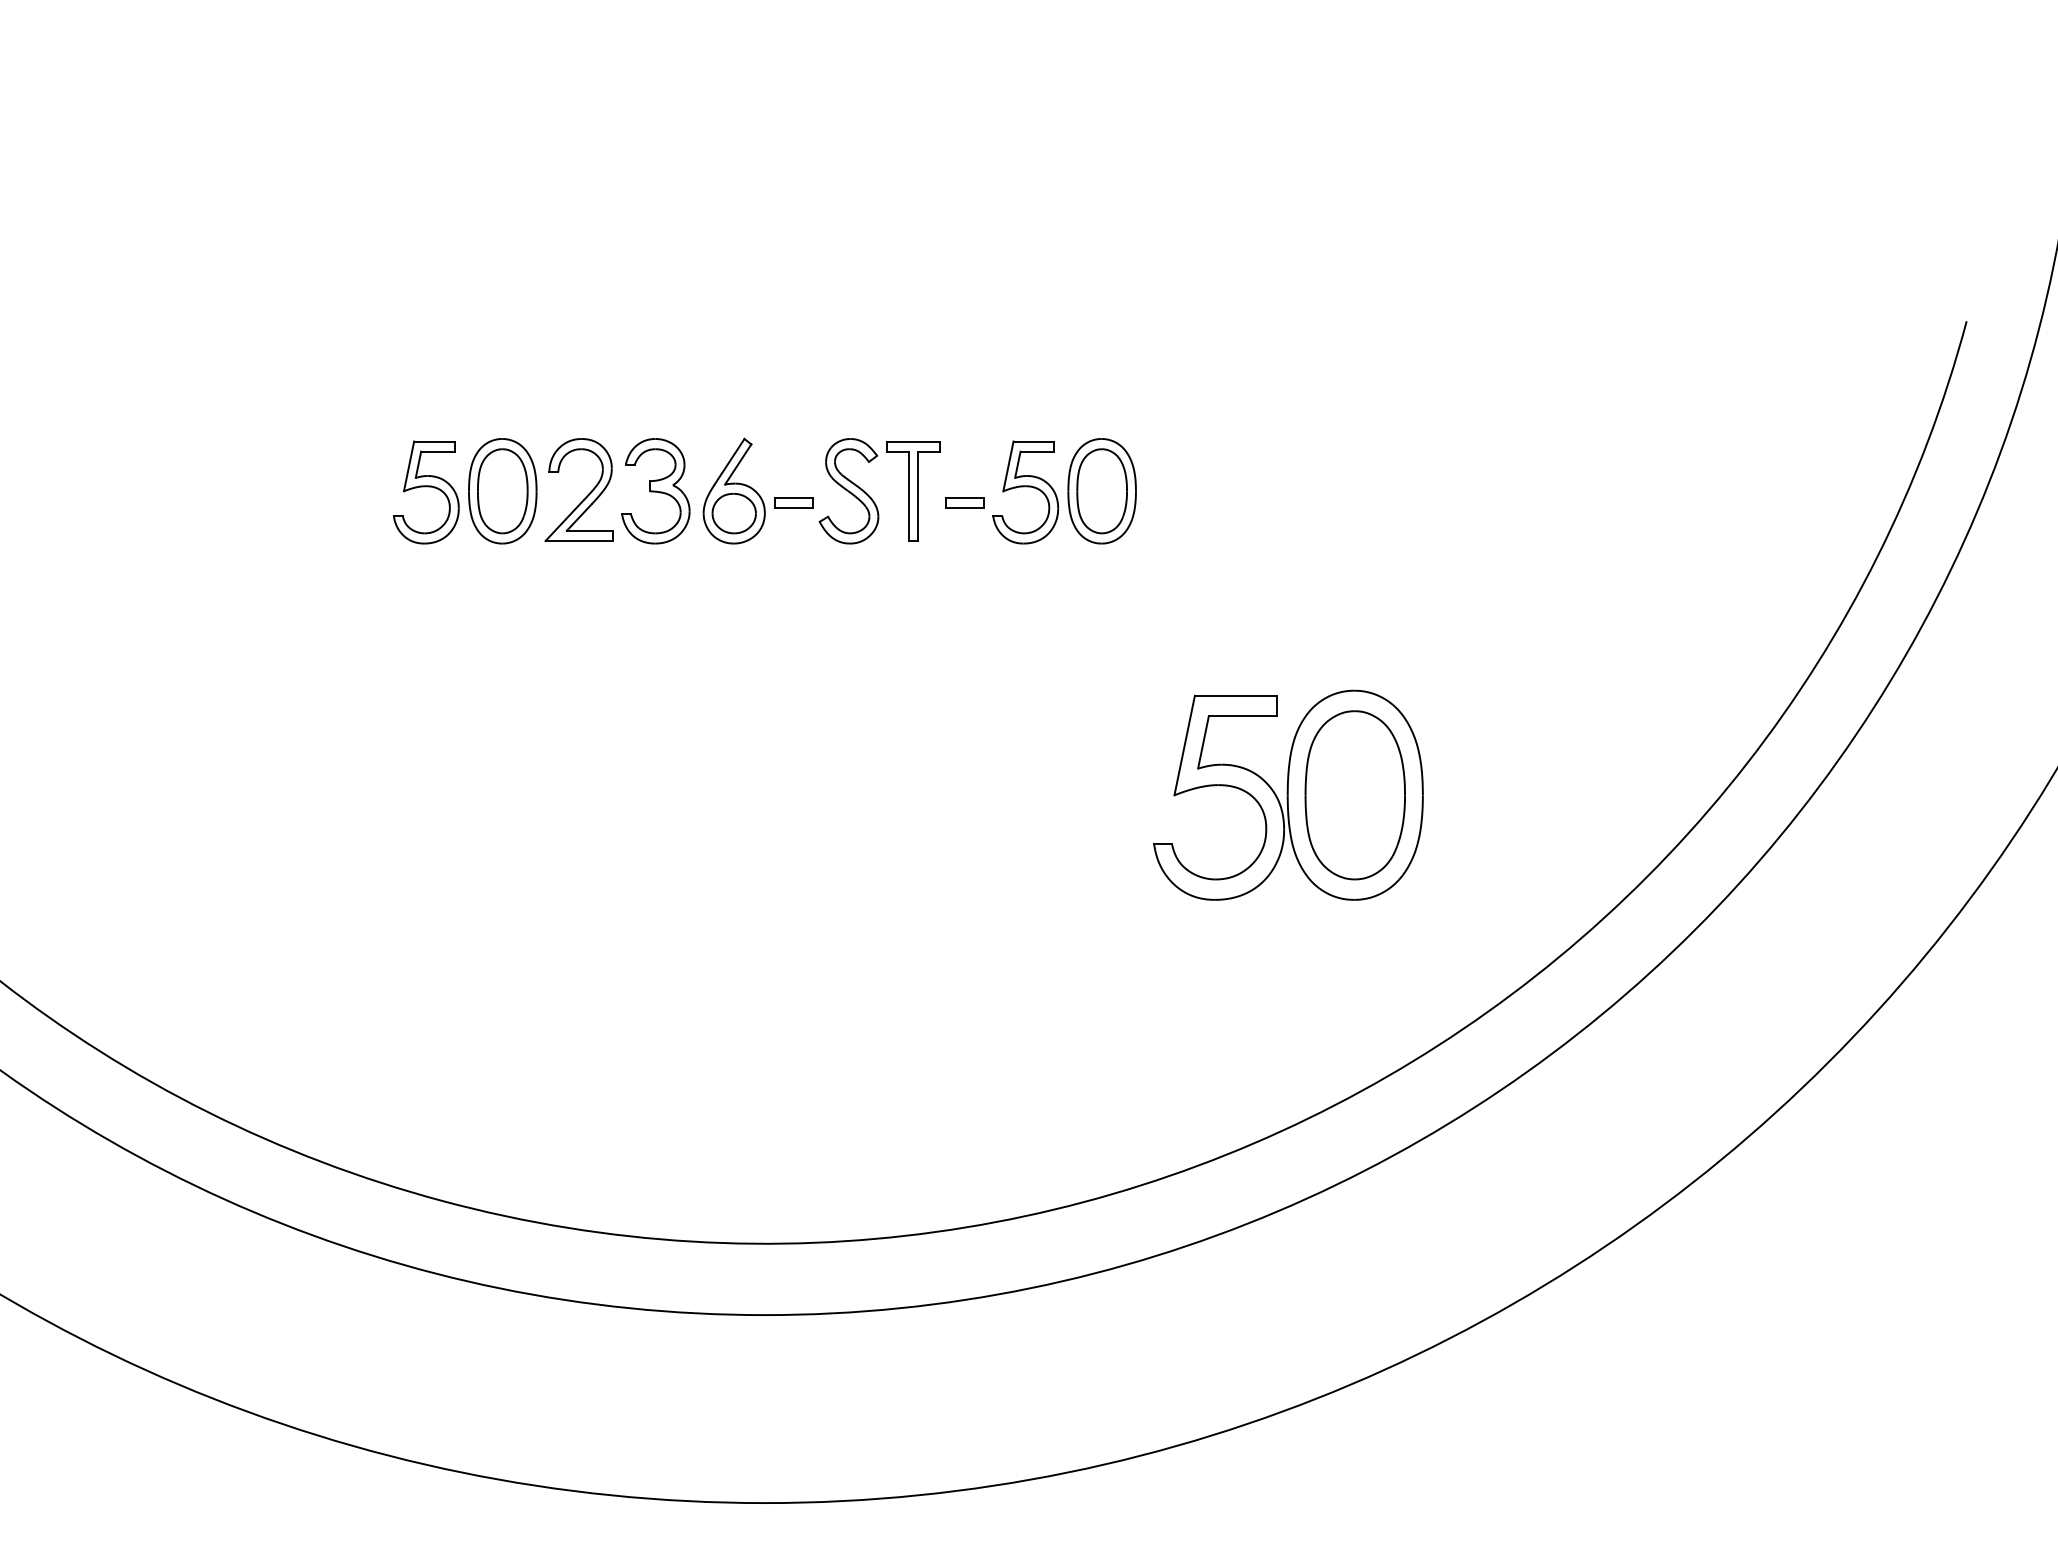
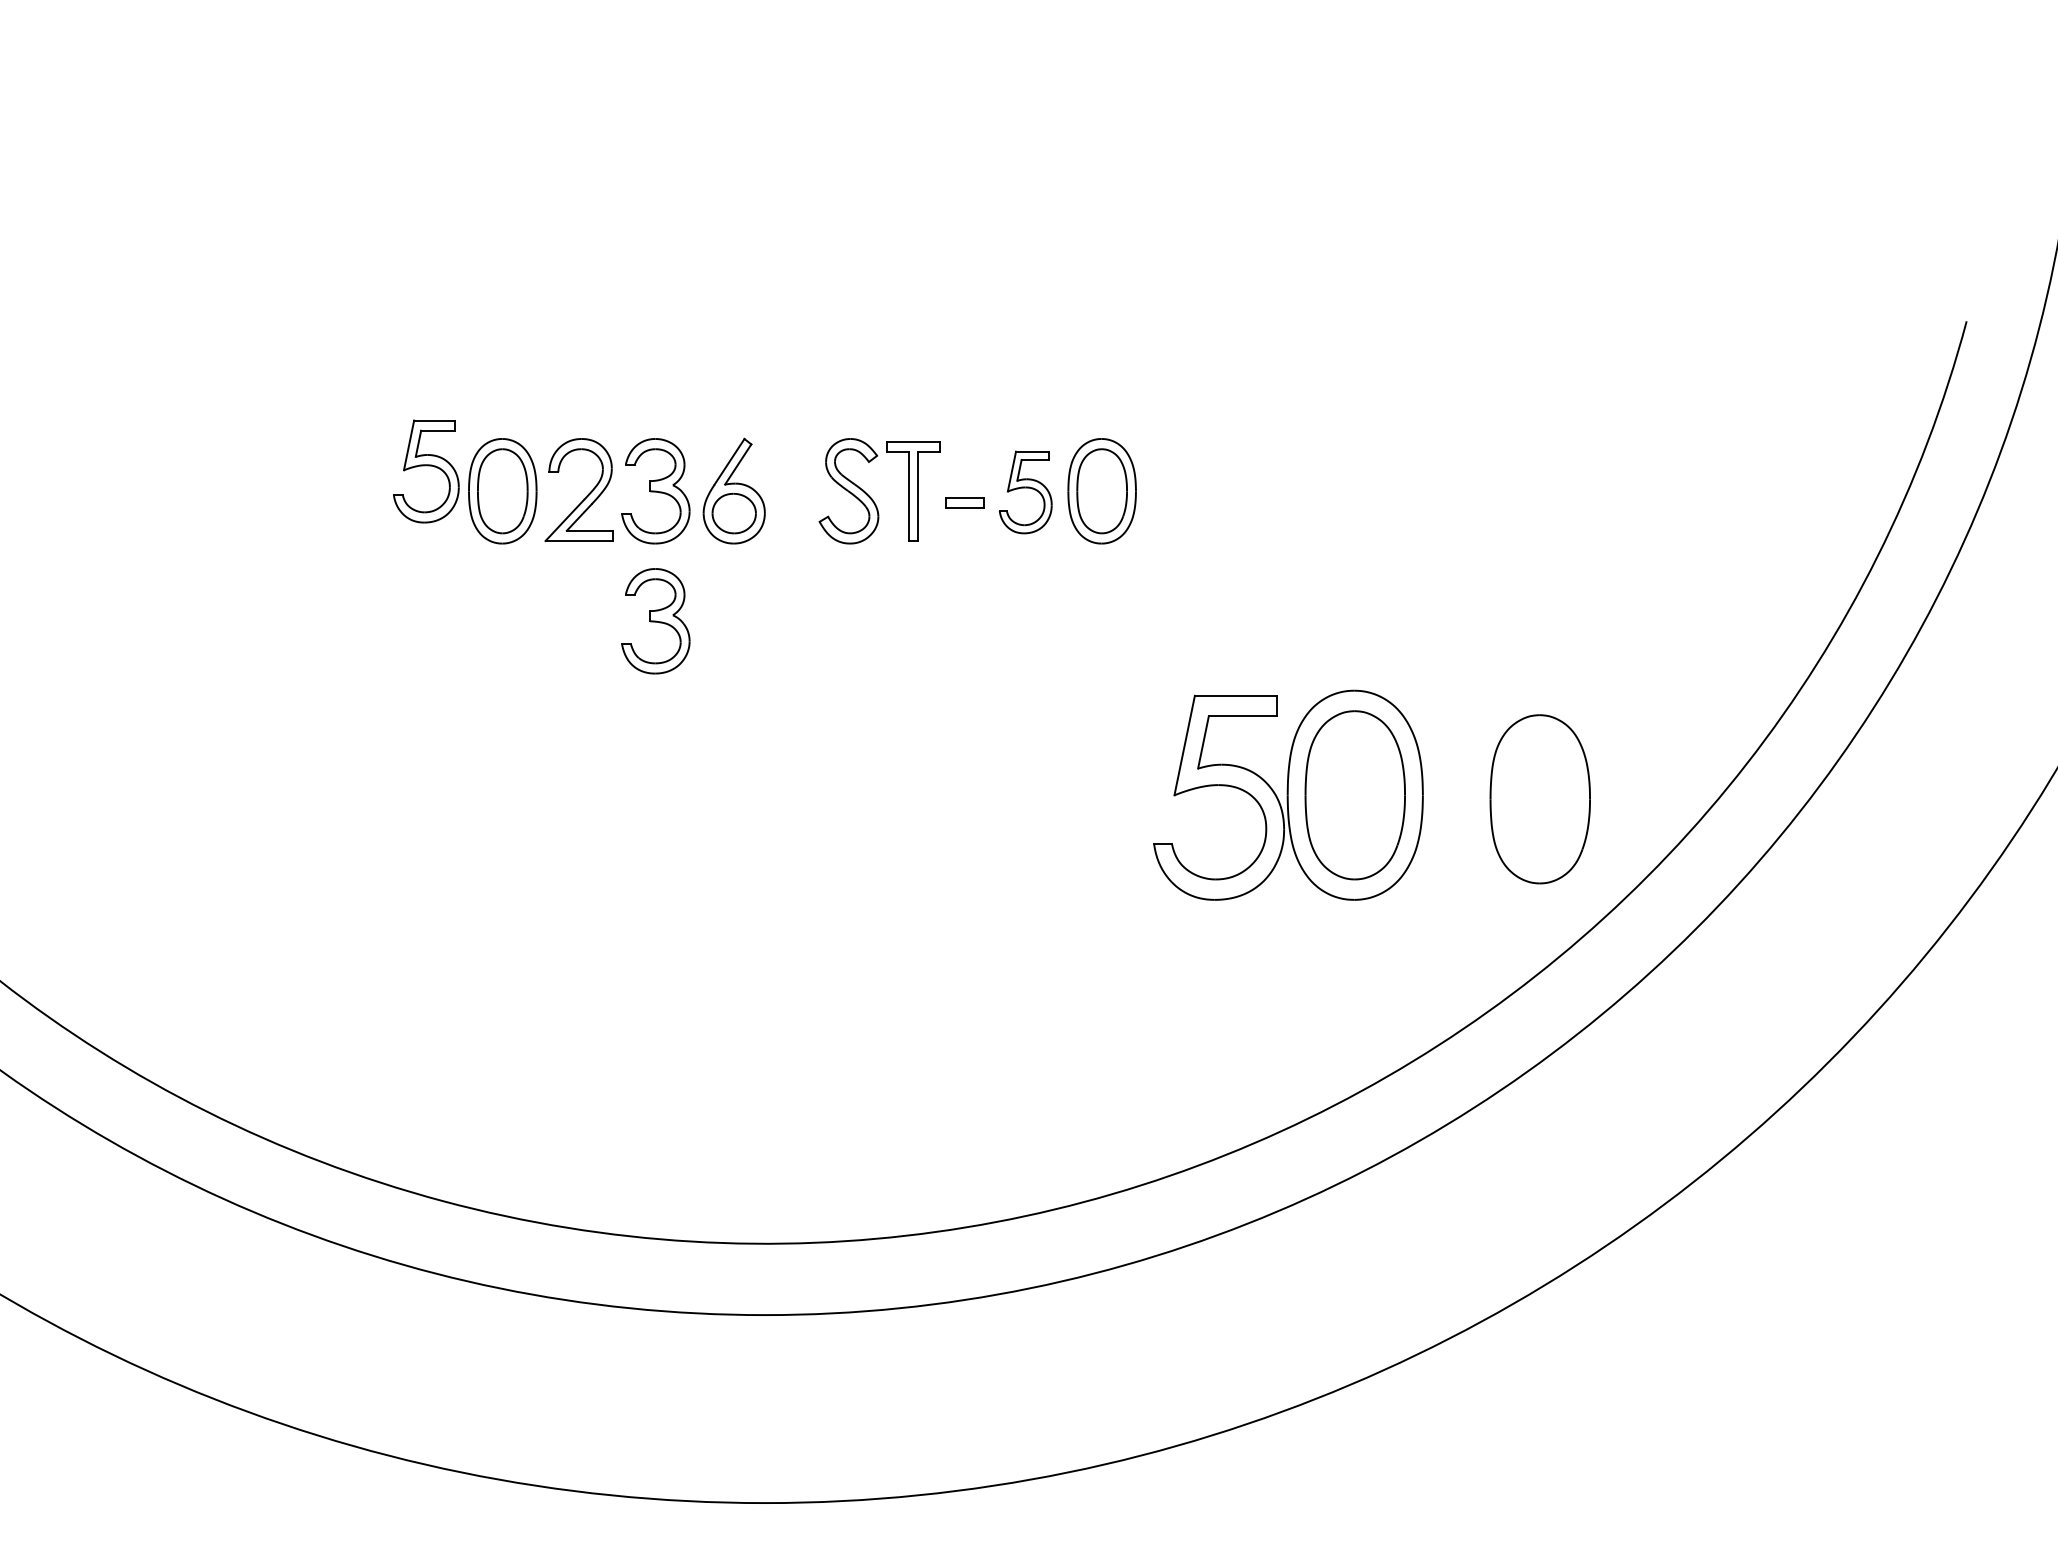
part at (426, 492) position: (426, 492) -> (426, 471)
part at (1025, 492) size: 68x105 px -> 55x85 px
part at (793, 502): present -> none
part at (655, 621): none -> present
part at (1539, 799): none -> present
